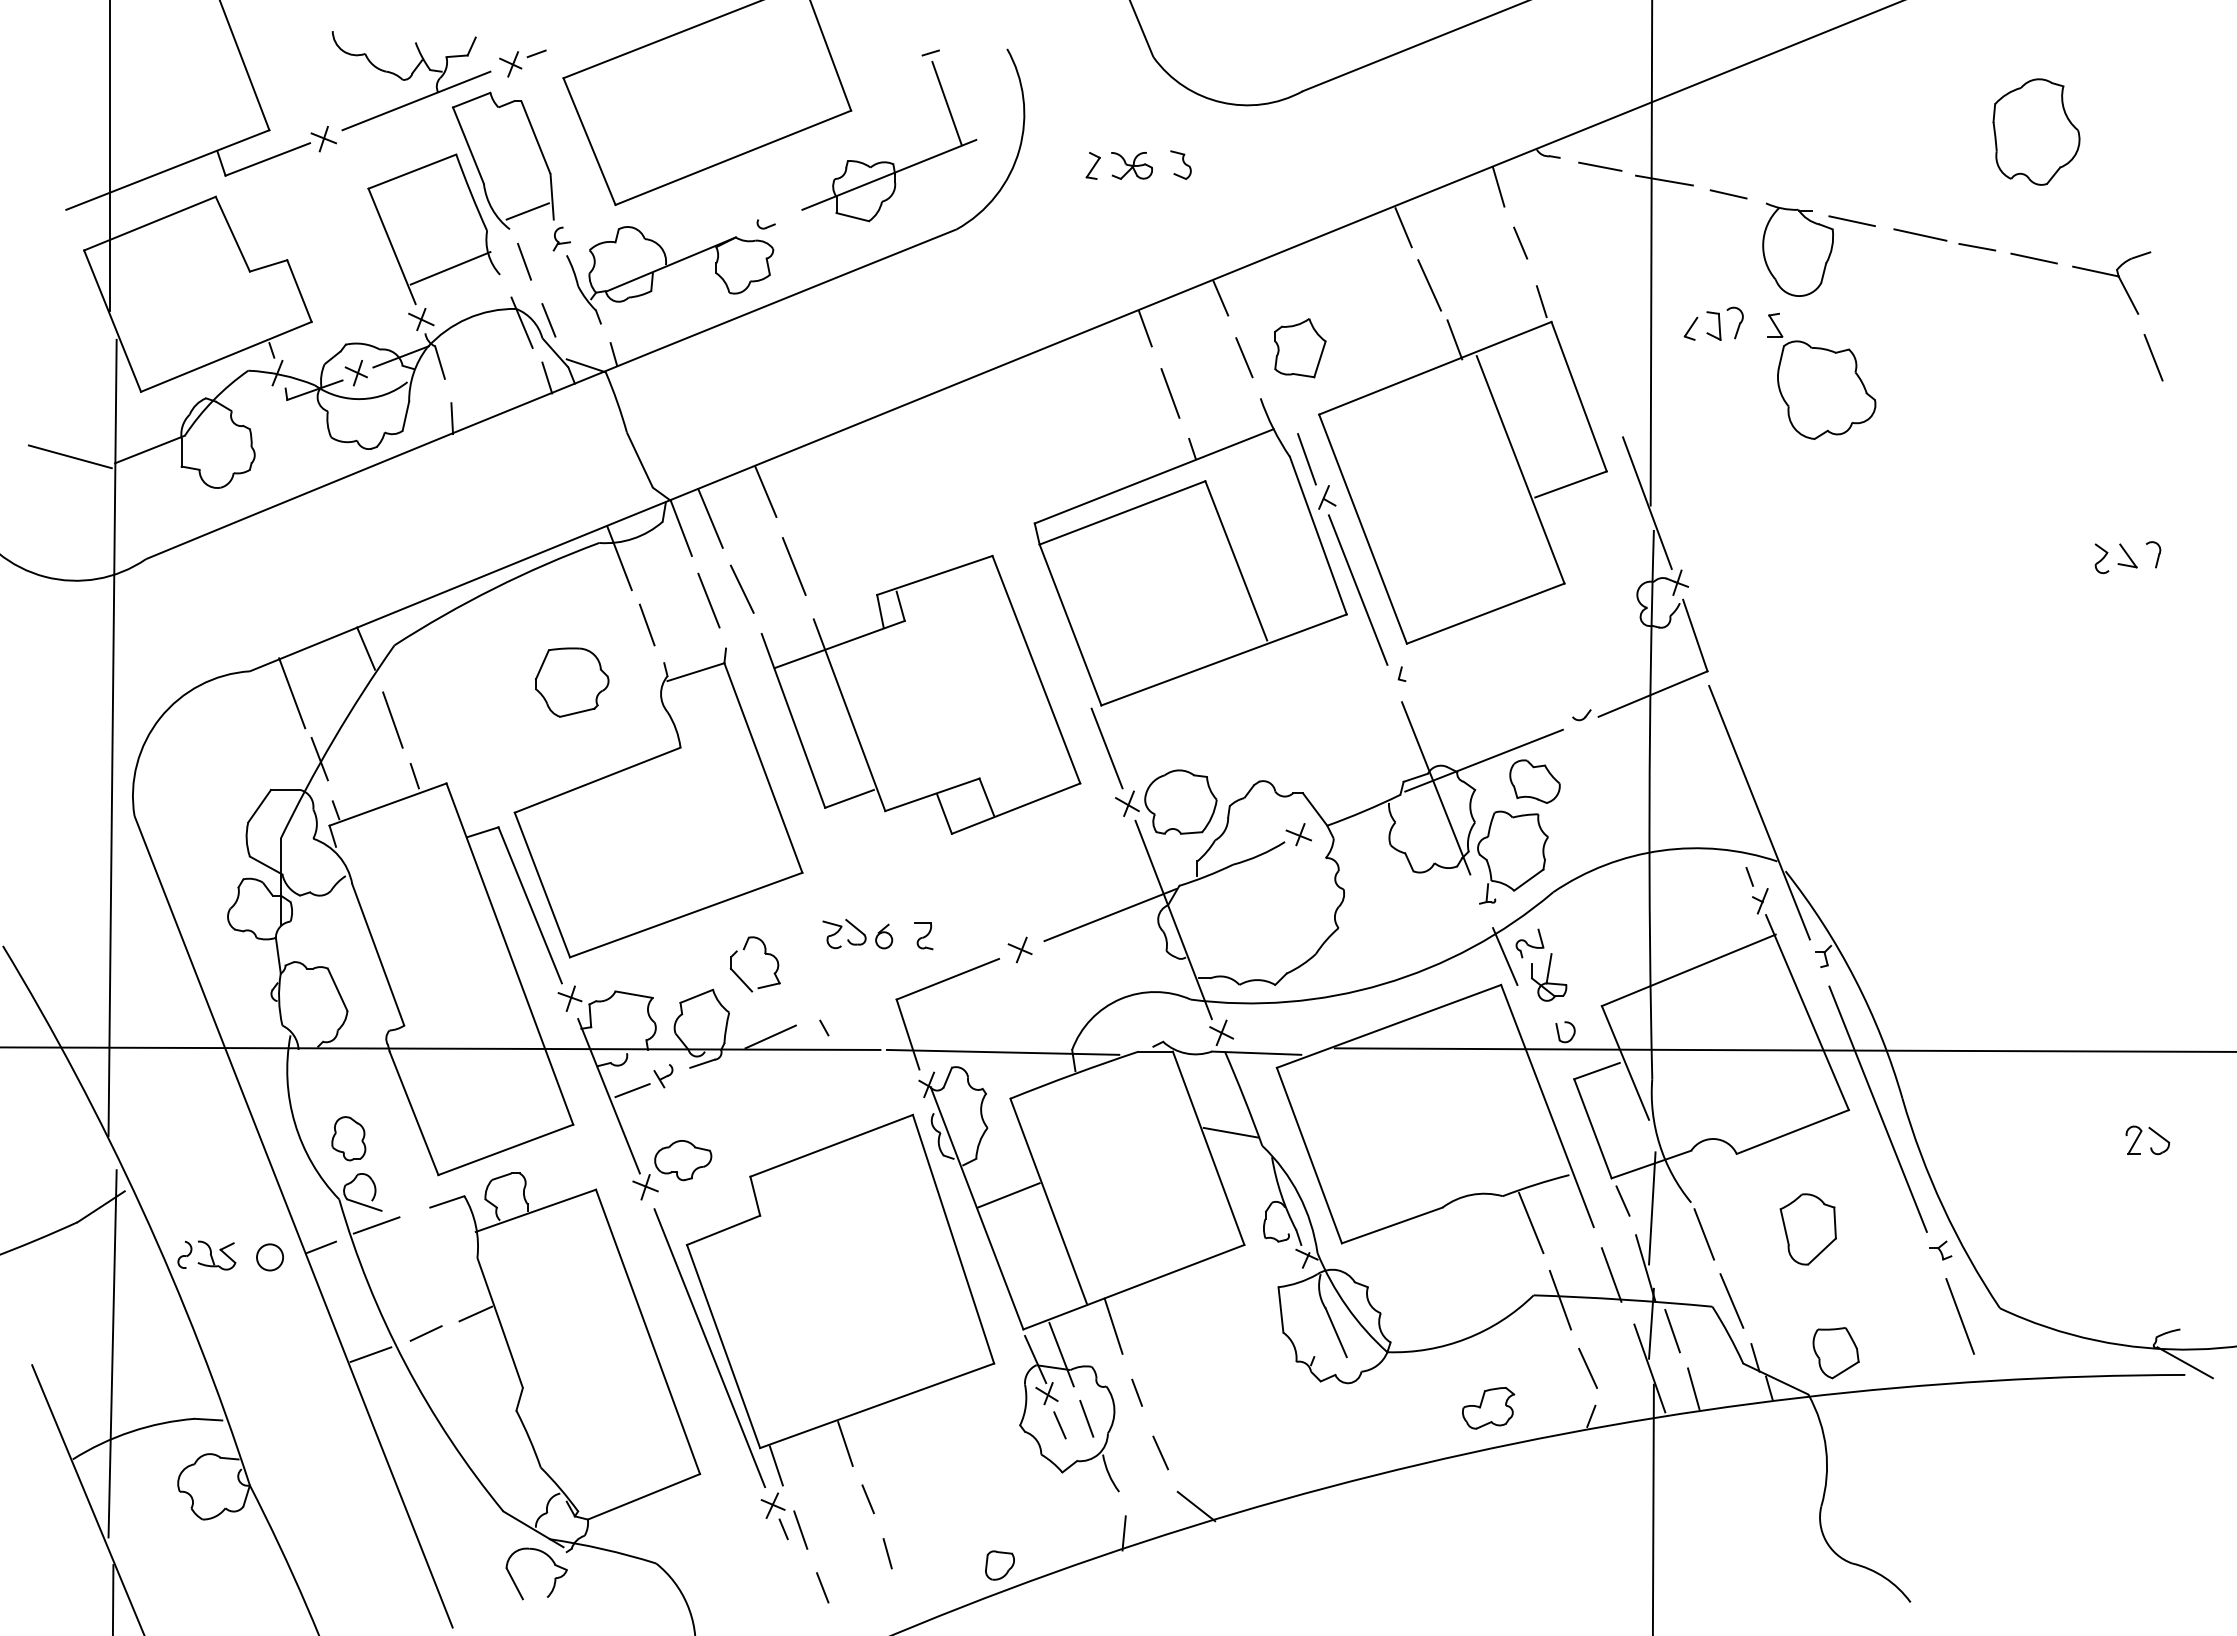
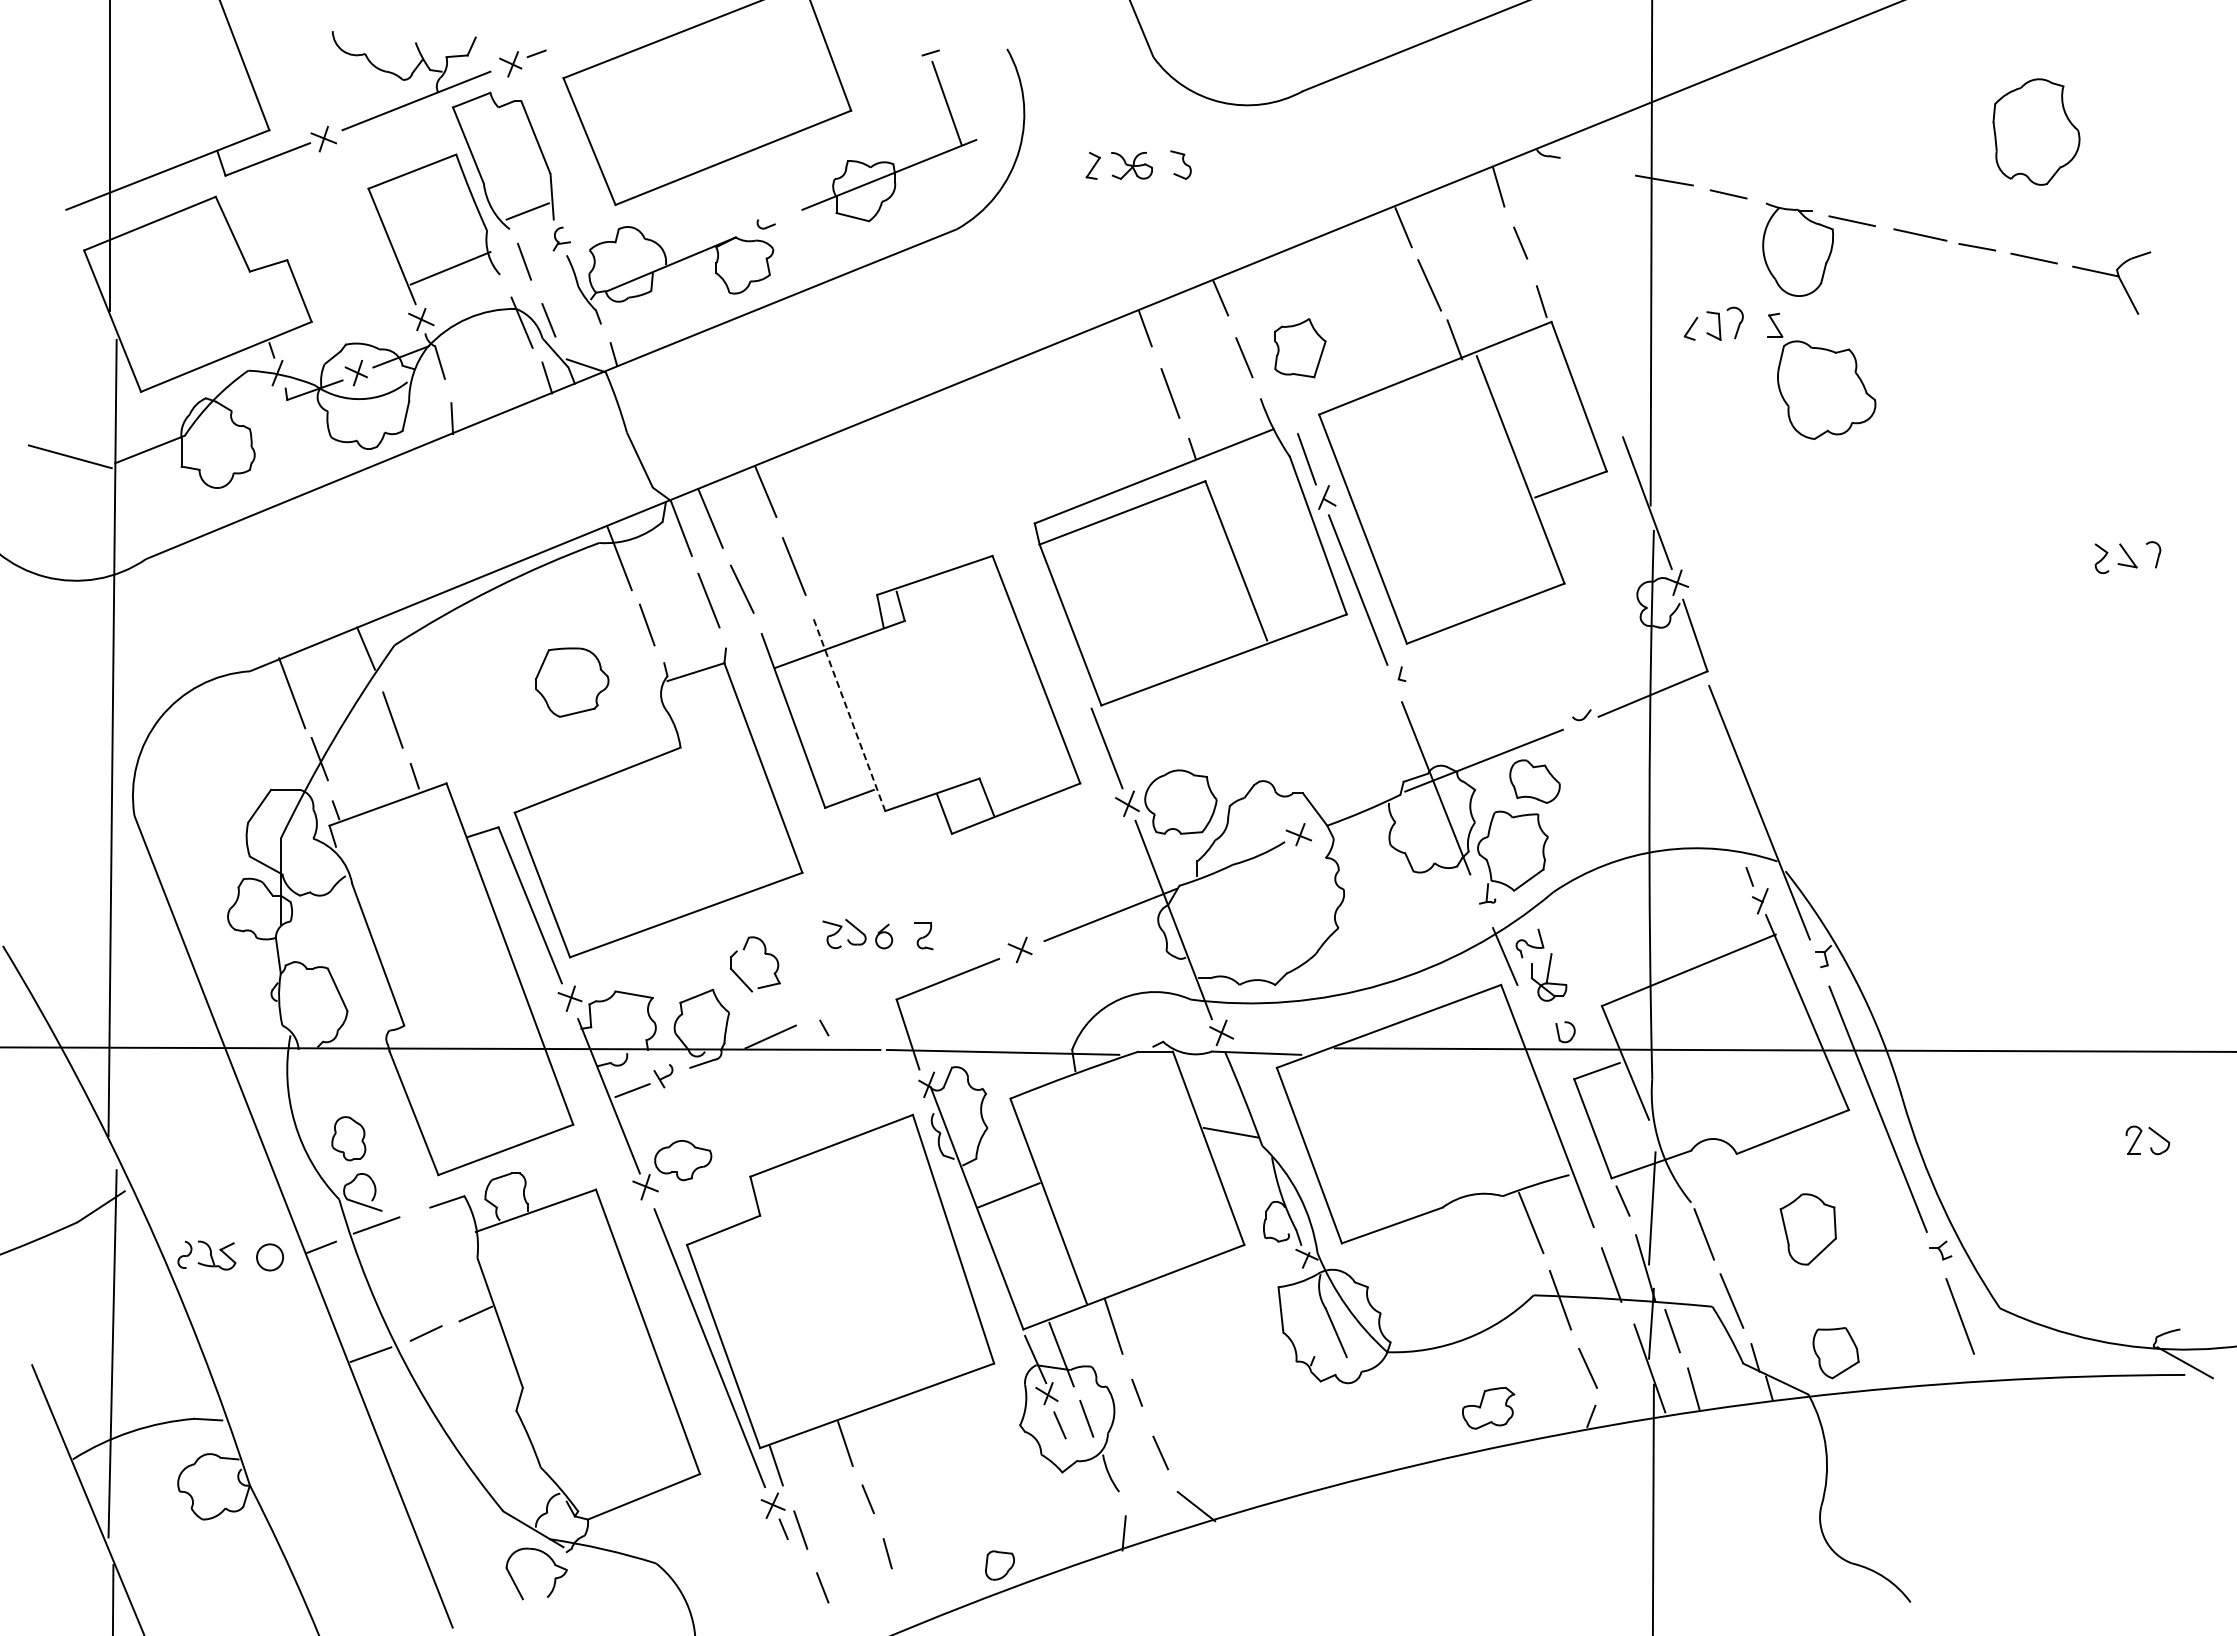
line at (1600, 166): present -> none
line at (2153, 357): present -> none
line at (849, 715): solid -> dashed
